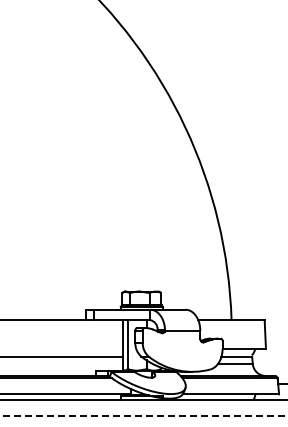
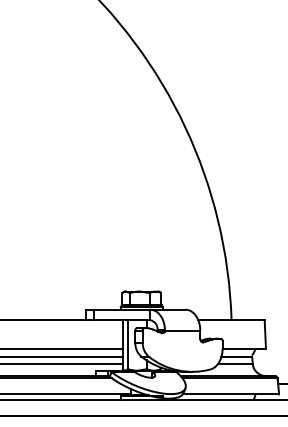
line at (62, 349): none -> present
line at (62, 363): none -> present
line at (144, 415): dashed -> solid
